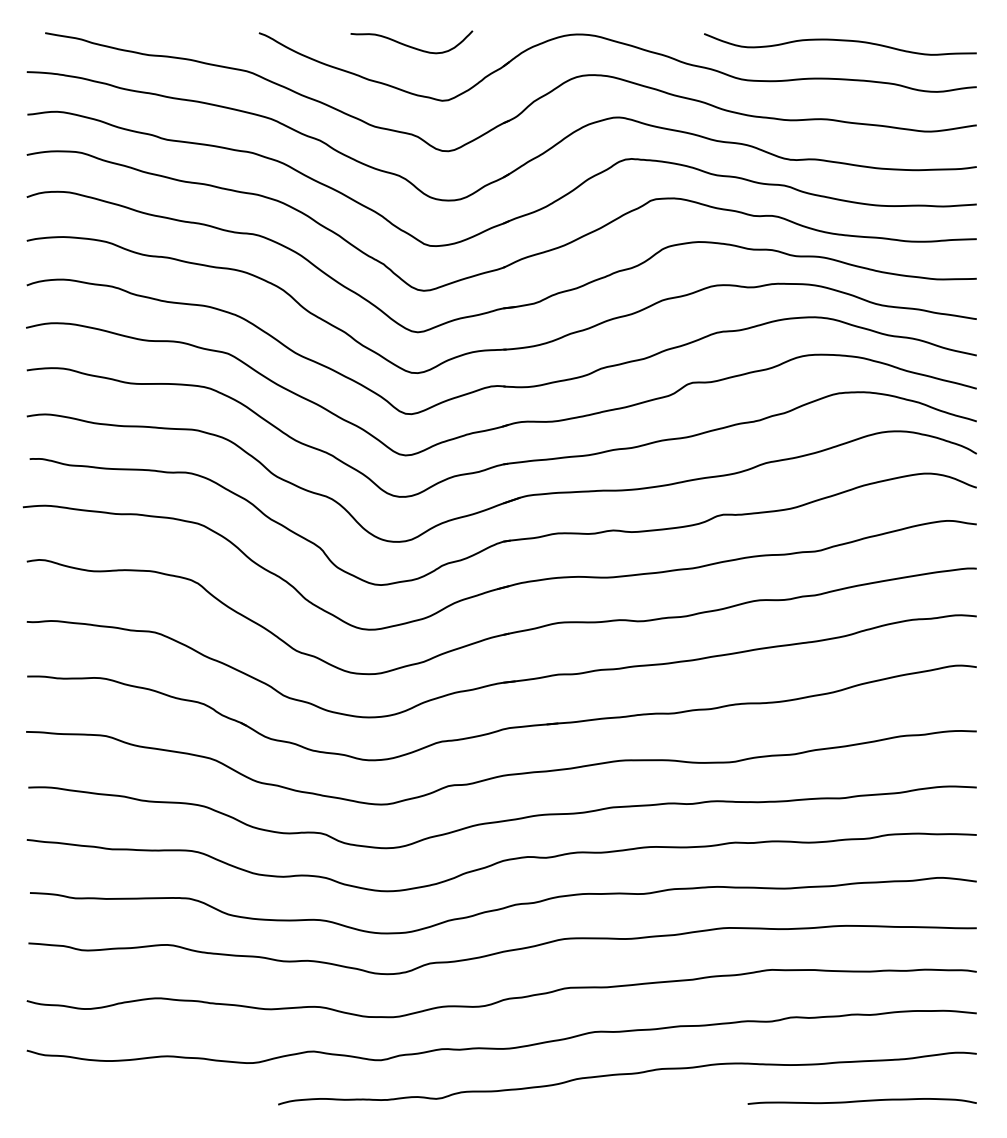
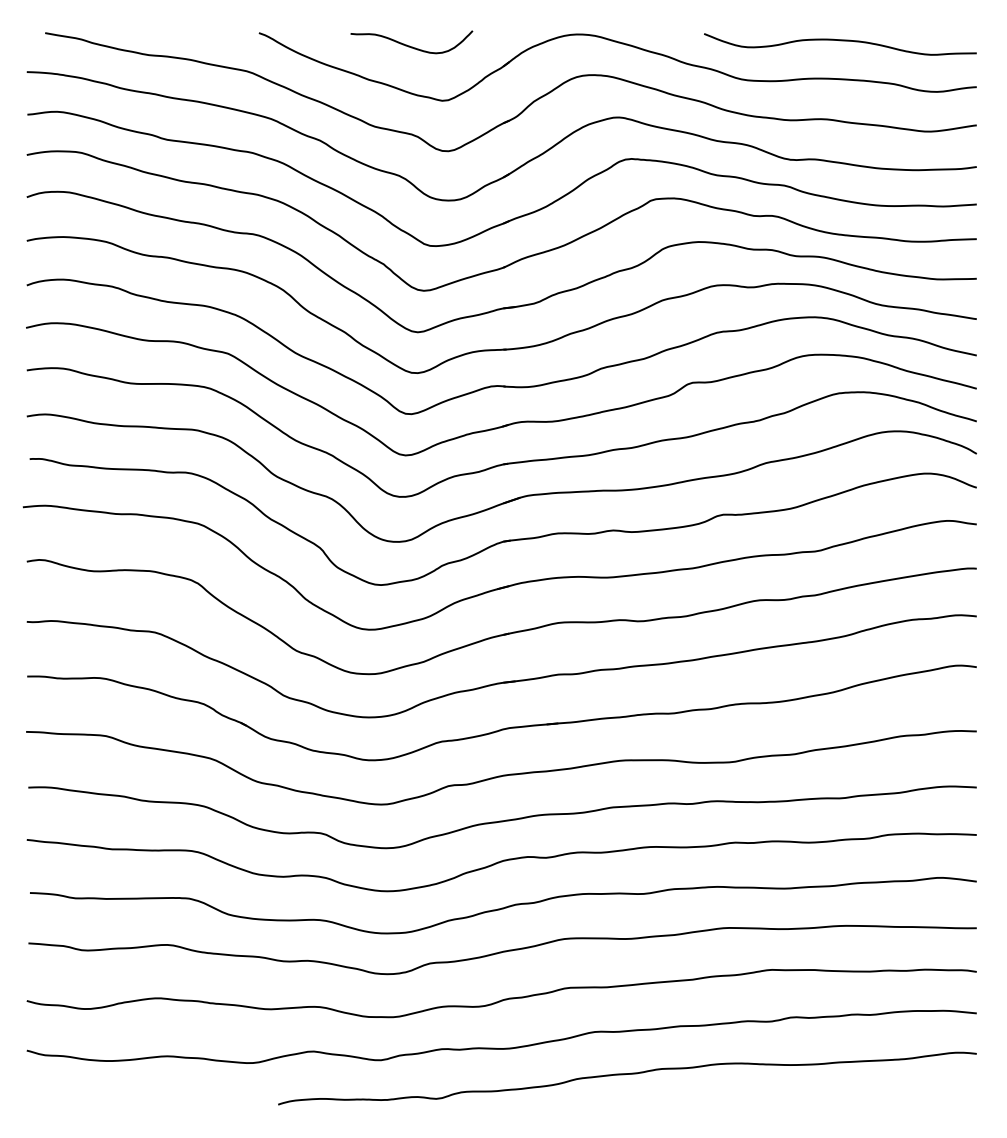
curve at (861, 1101): present -> none
